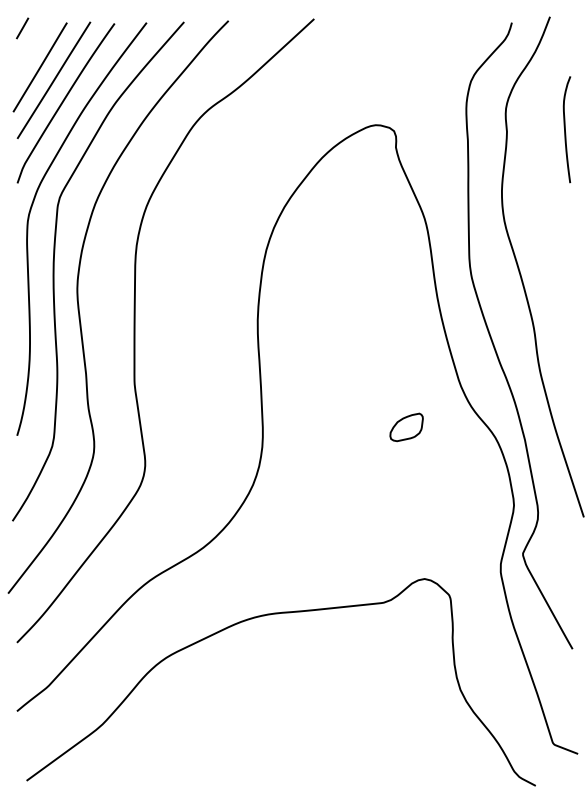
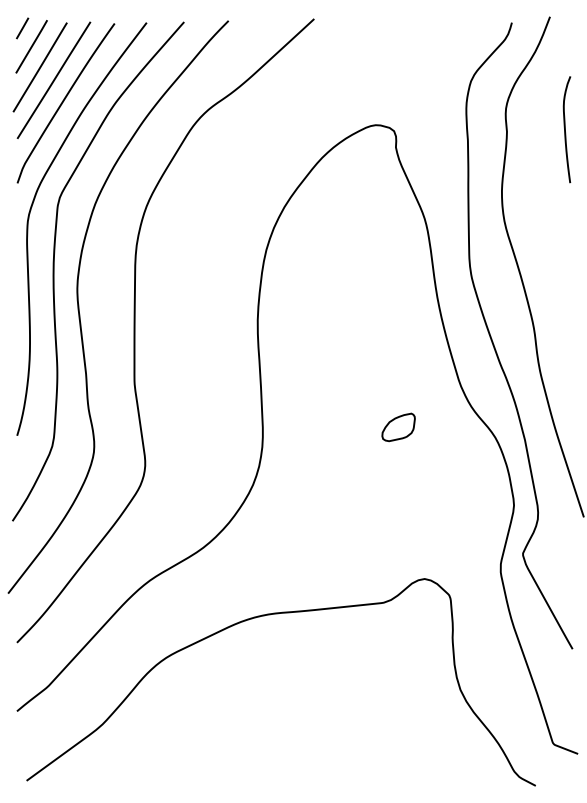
line at (31, 46): none -> present
part at (406, 427) position: (406, 427) -> (398, 427)
